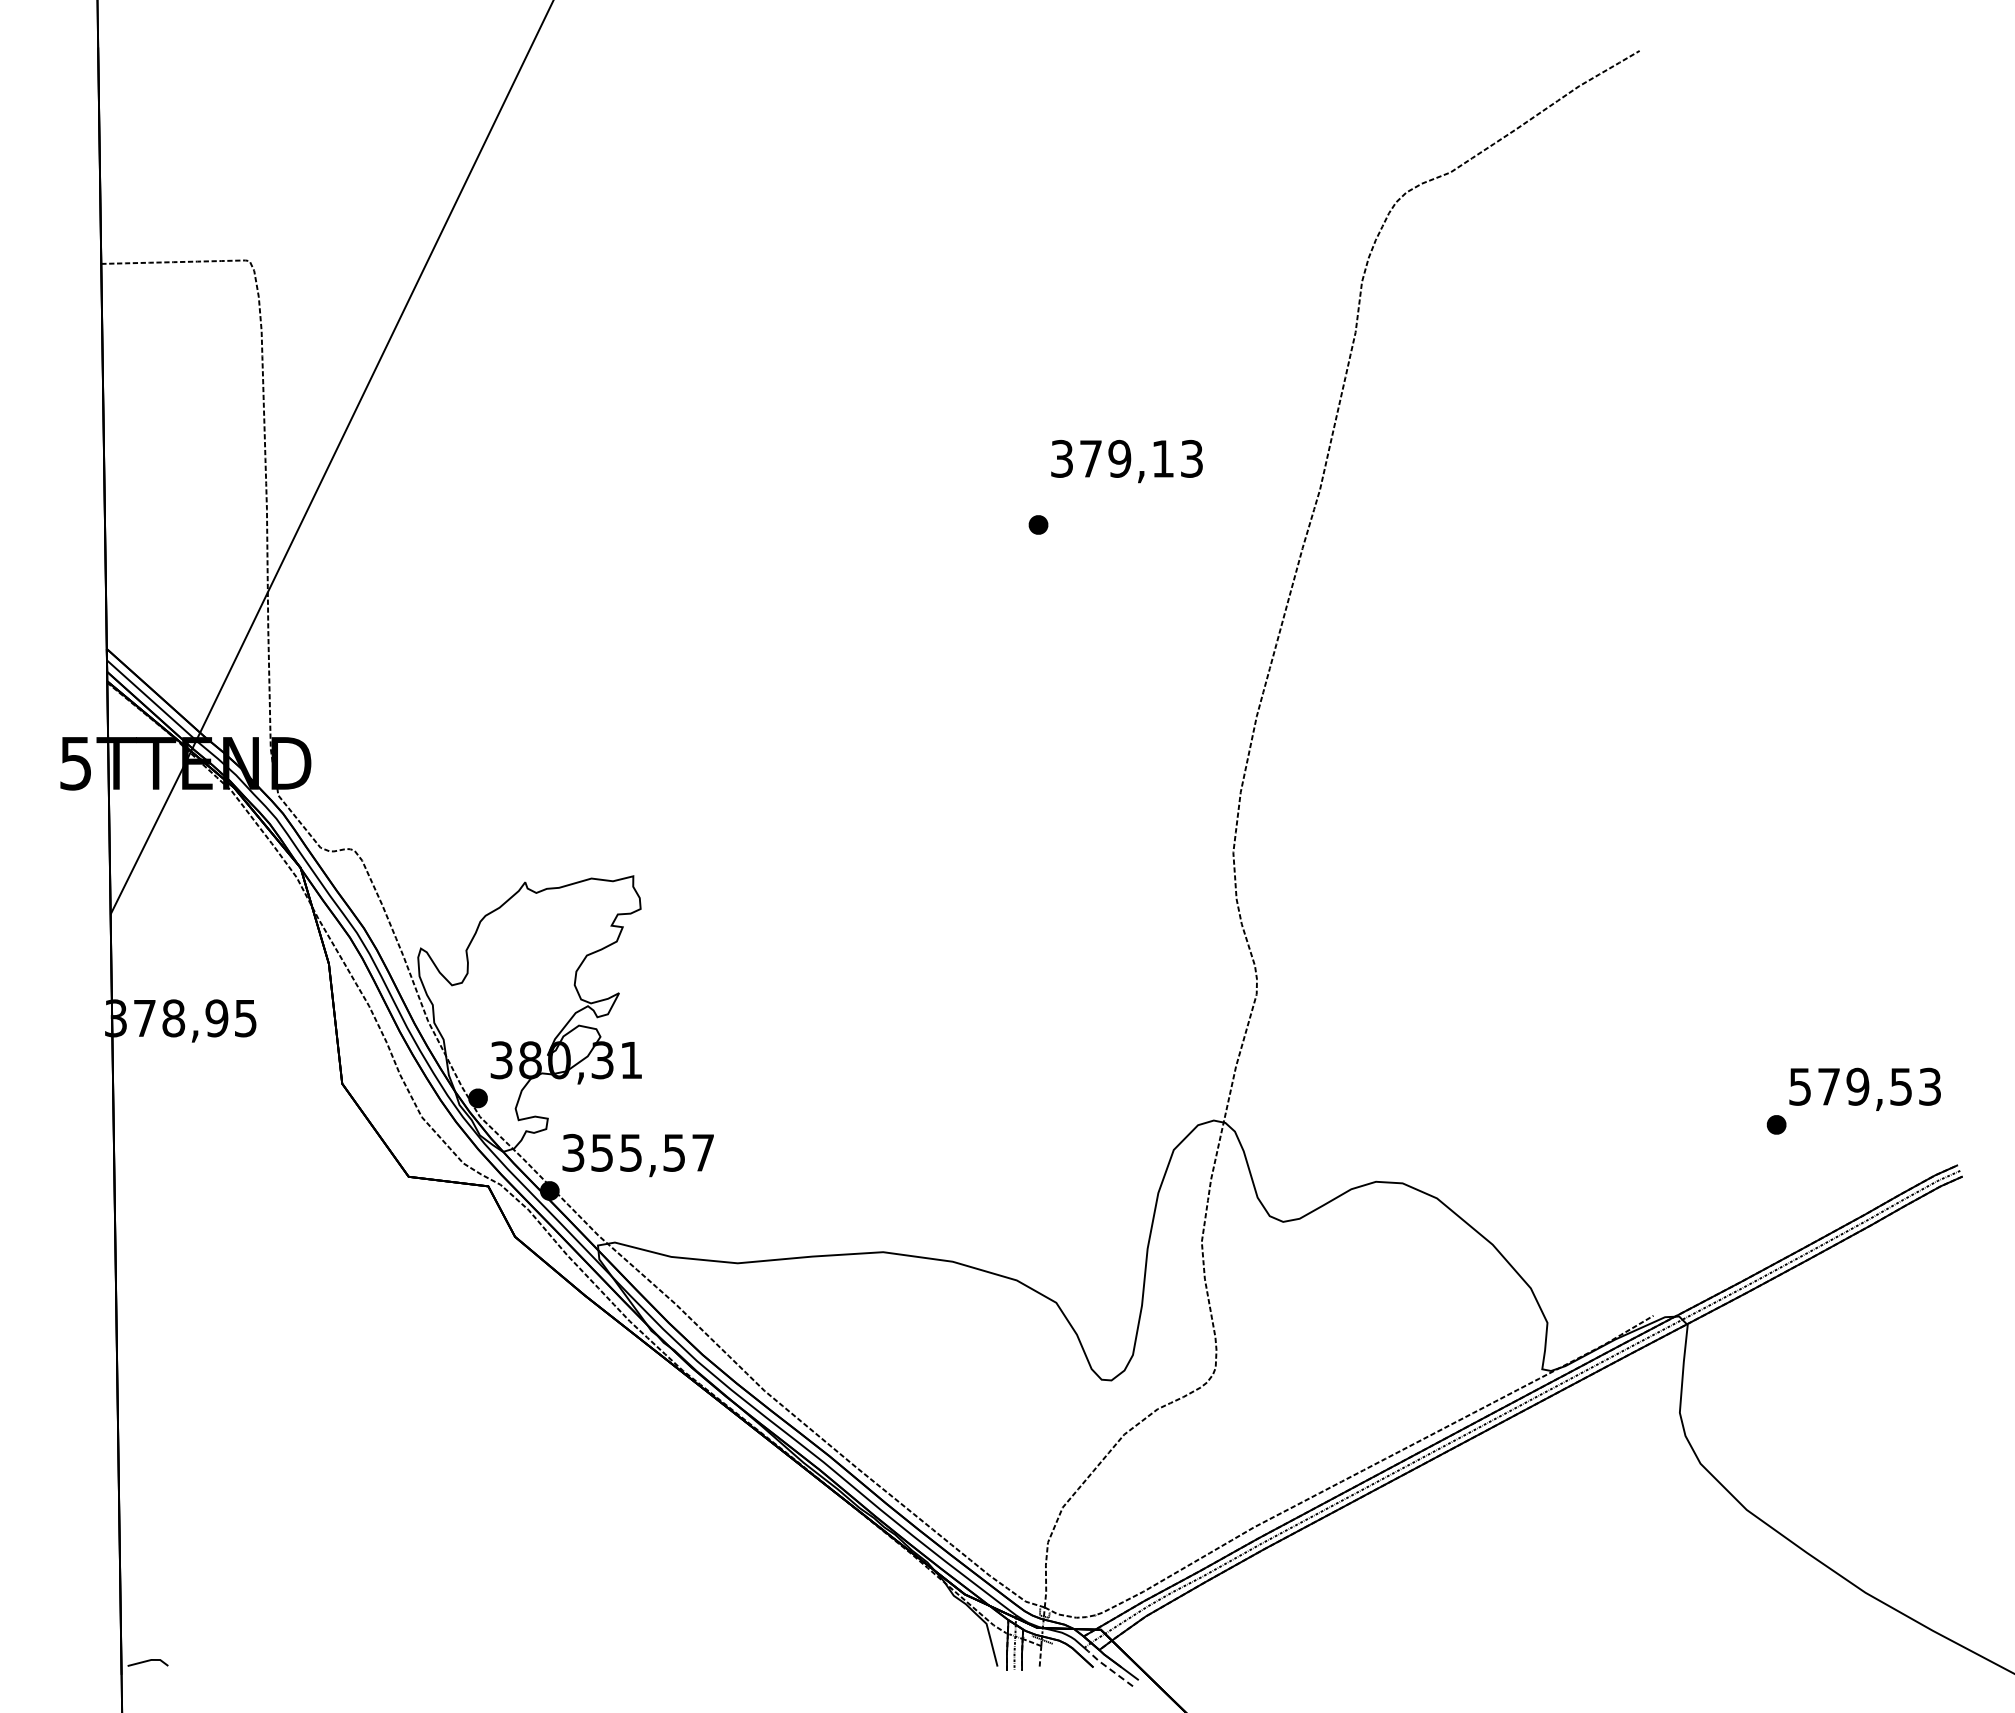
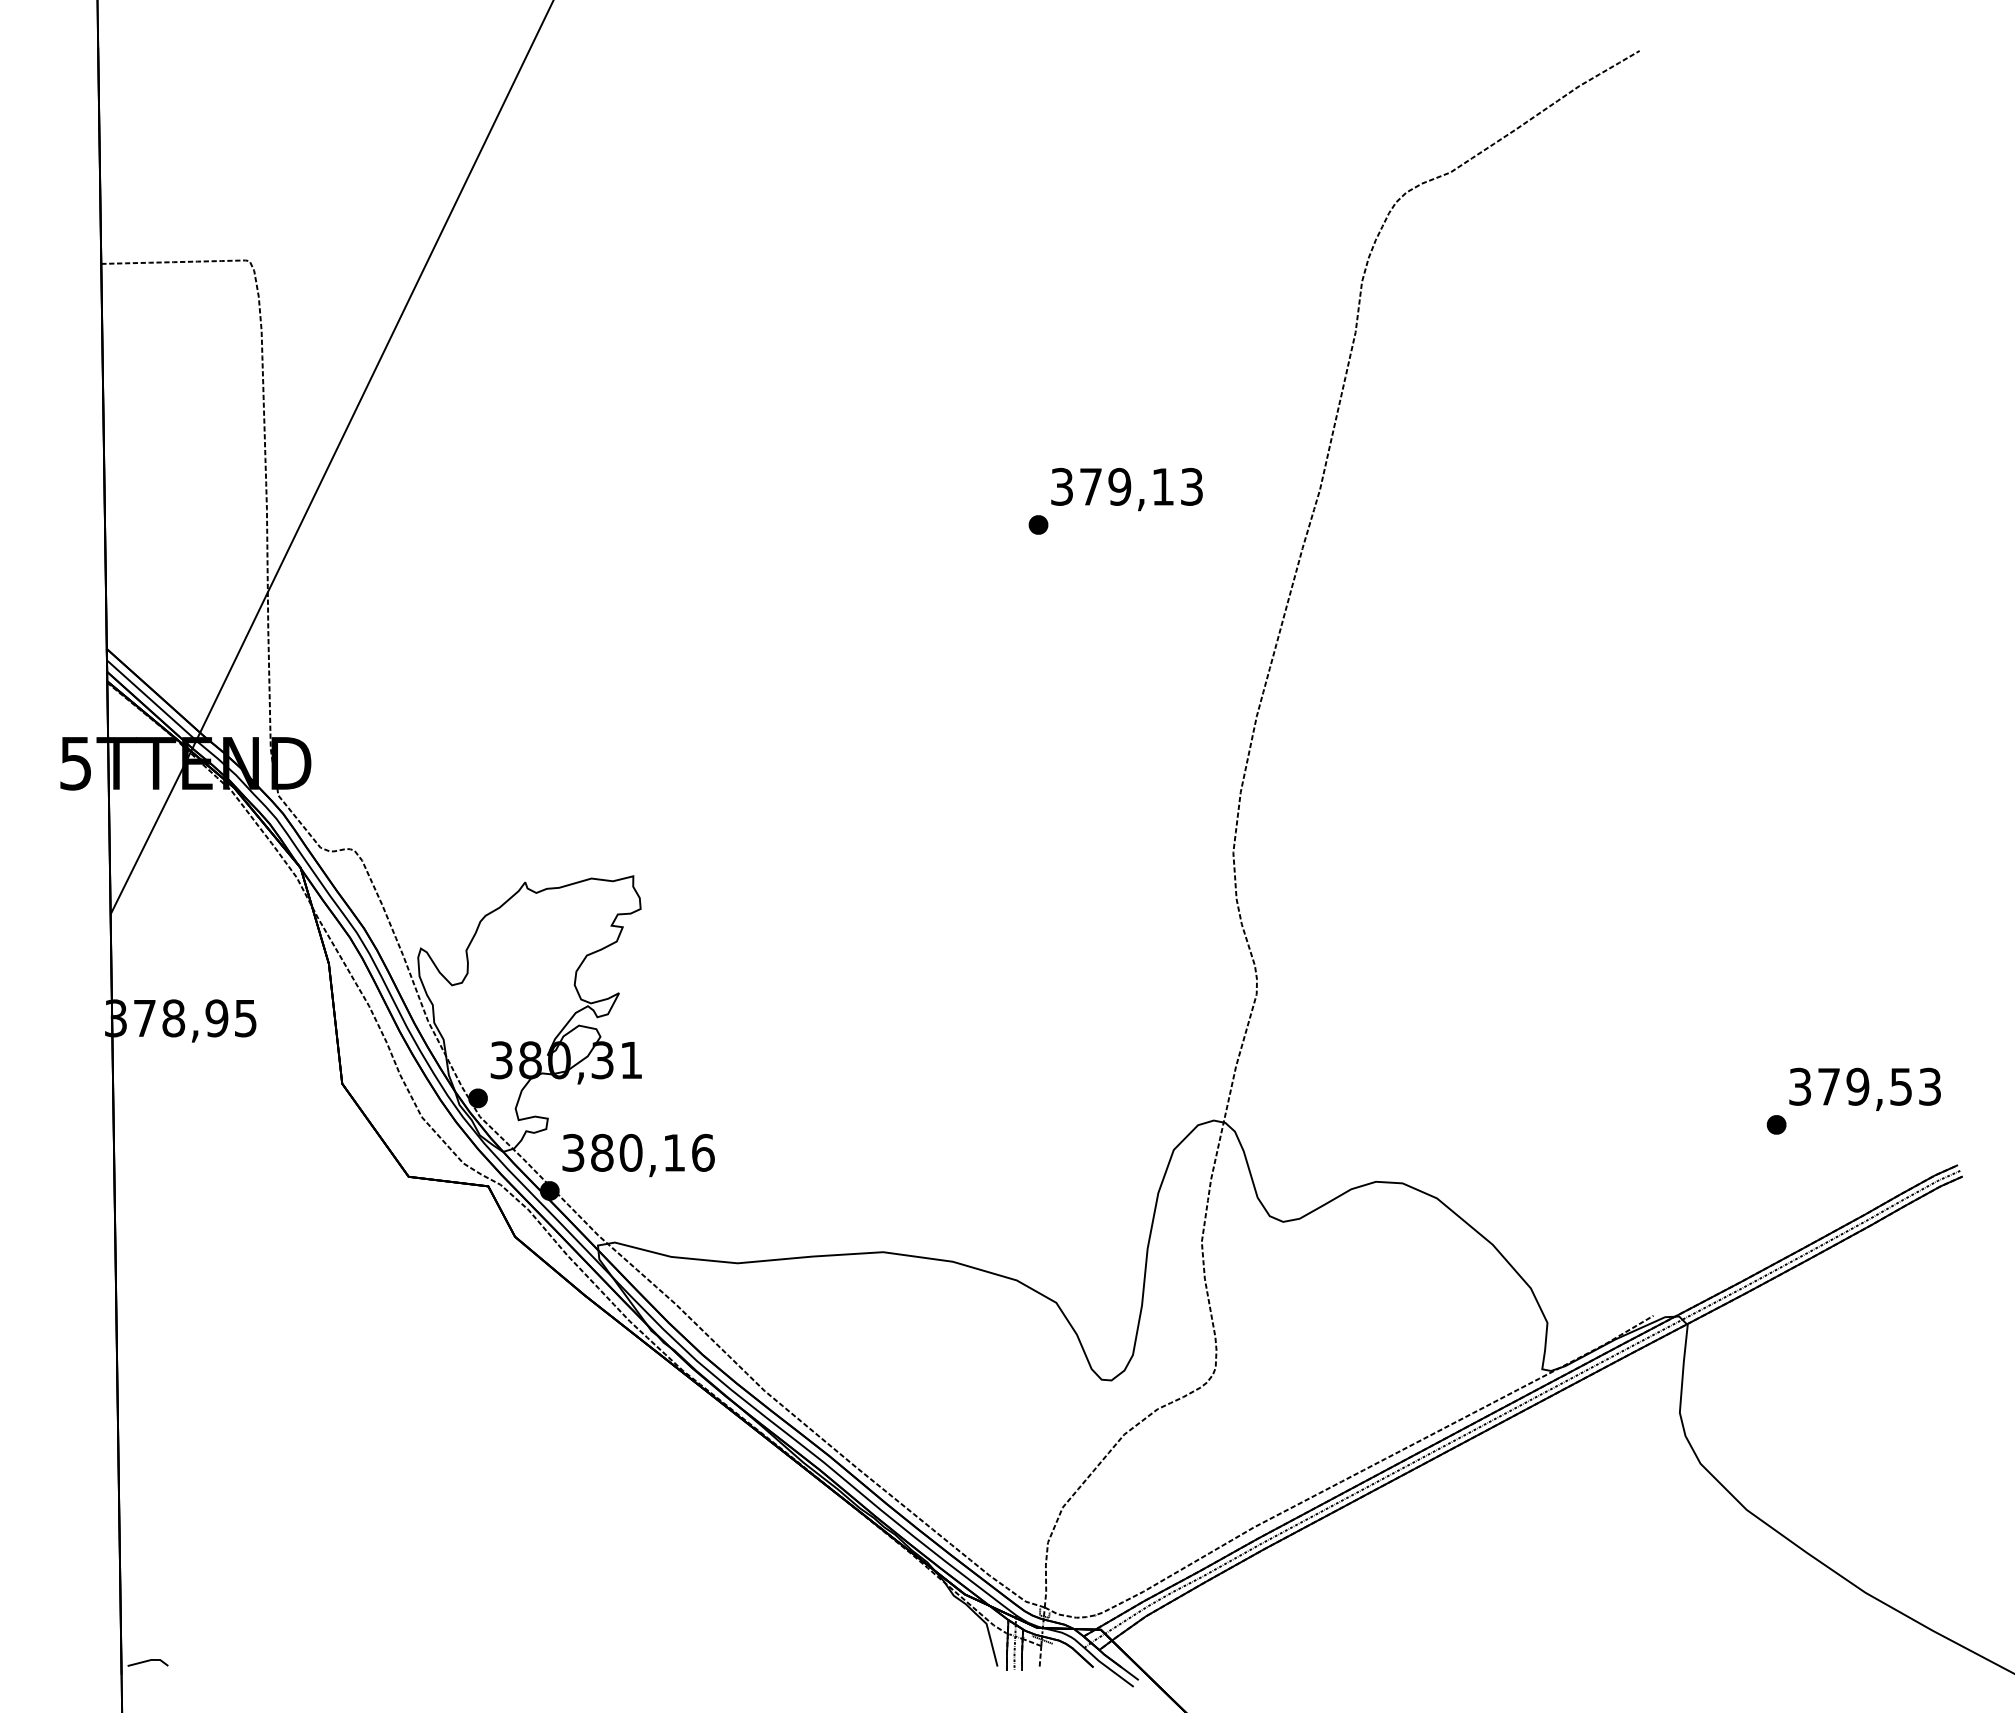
text at (1126, 461) position: (1126, 461) -> (1126, 489)
text at (1800, 1086): 579,53 -> 379,53
text at (652, 1152): 355,57 -> 380,16
line at (1107, 1667): dashed -> solid
